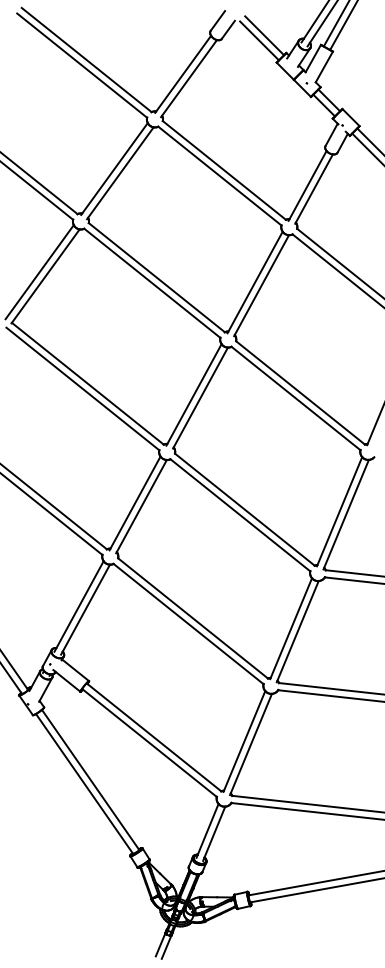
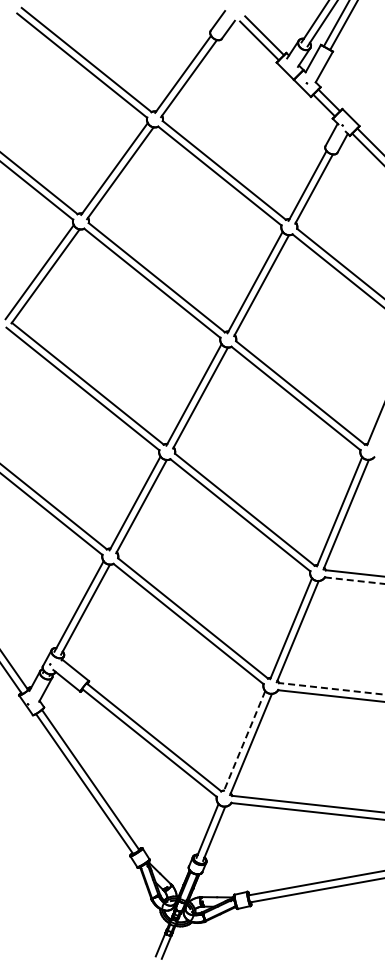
line at (354, 580): solid -> dashed
line at (331, 688): solid -> dashed
line at (244, 741): solid -> dashed
